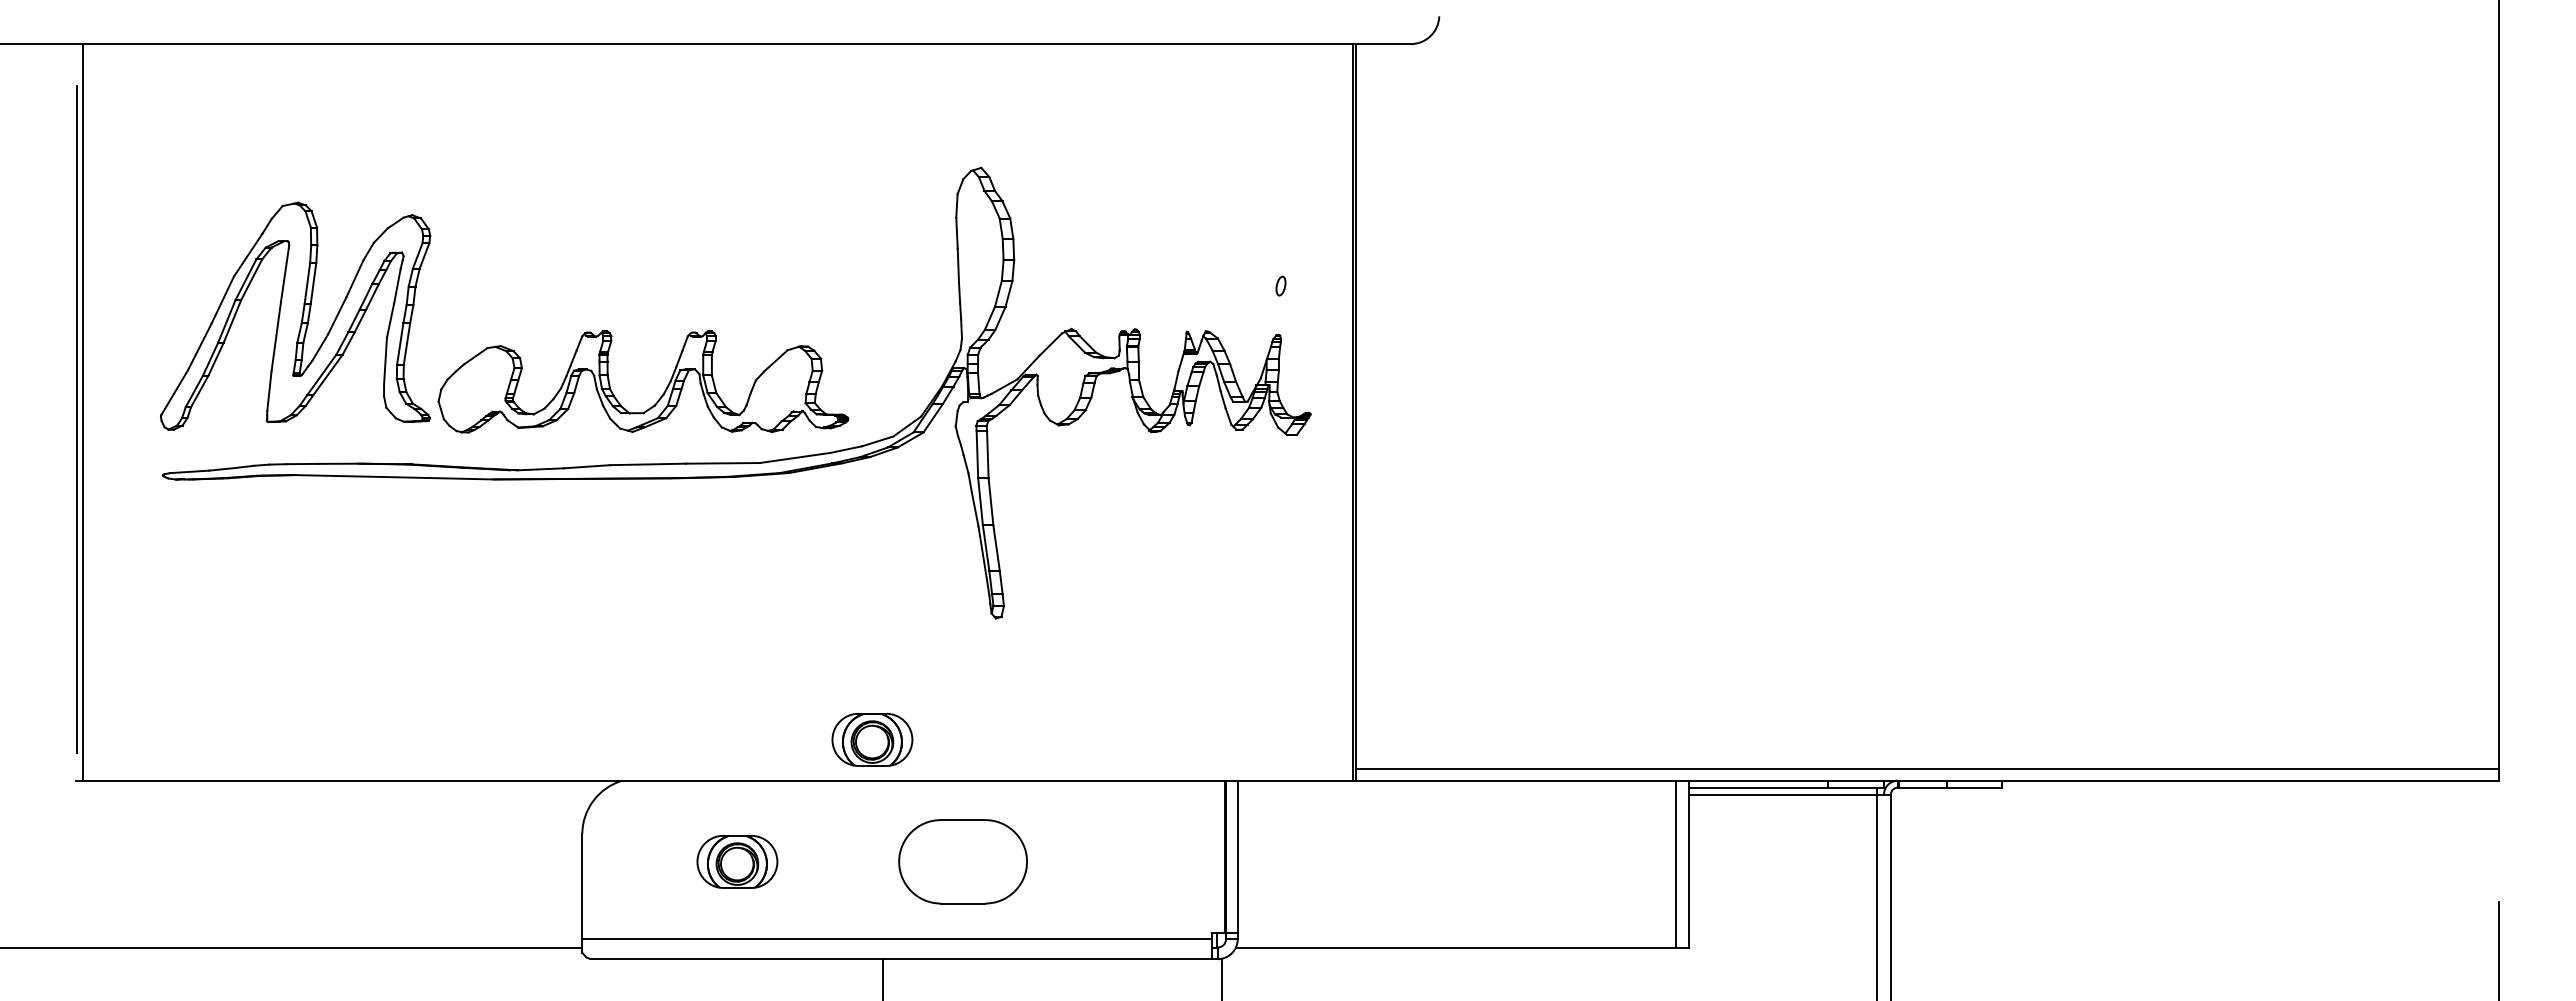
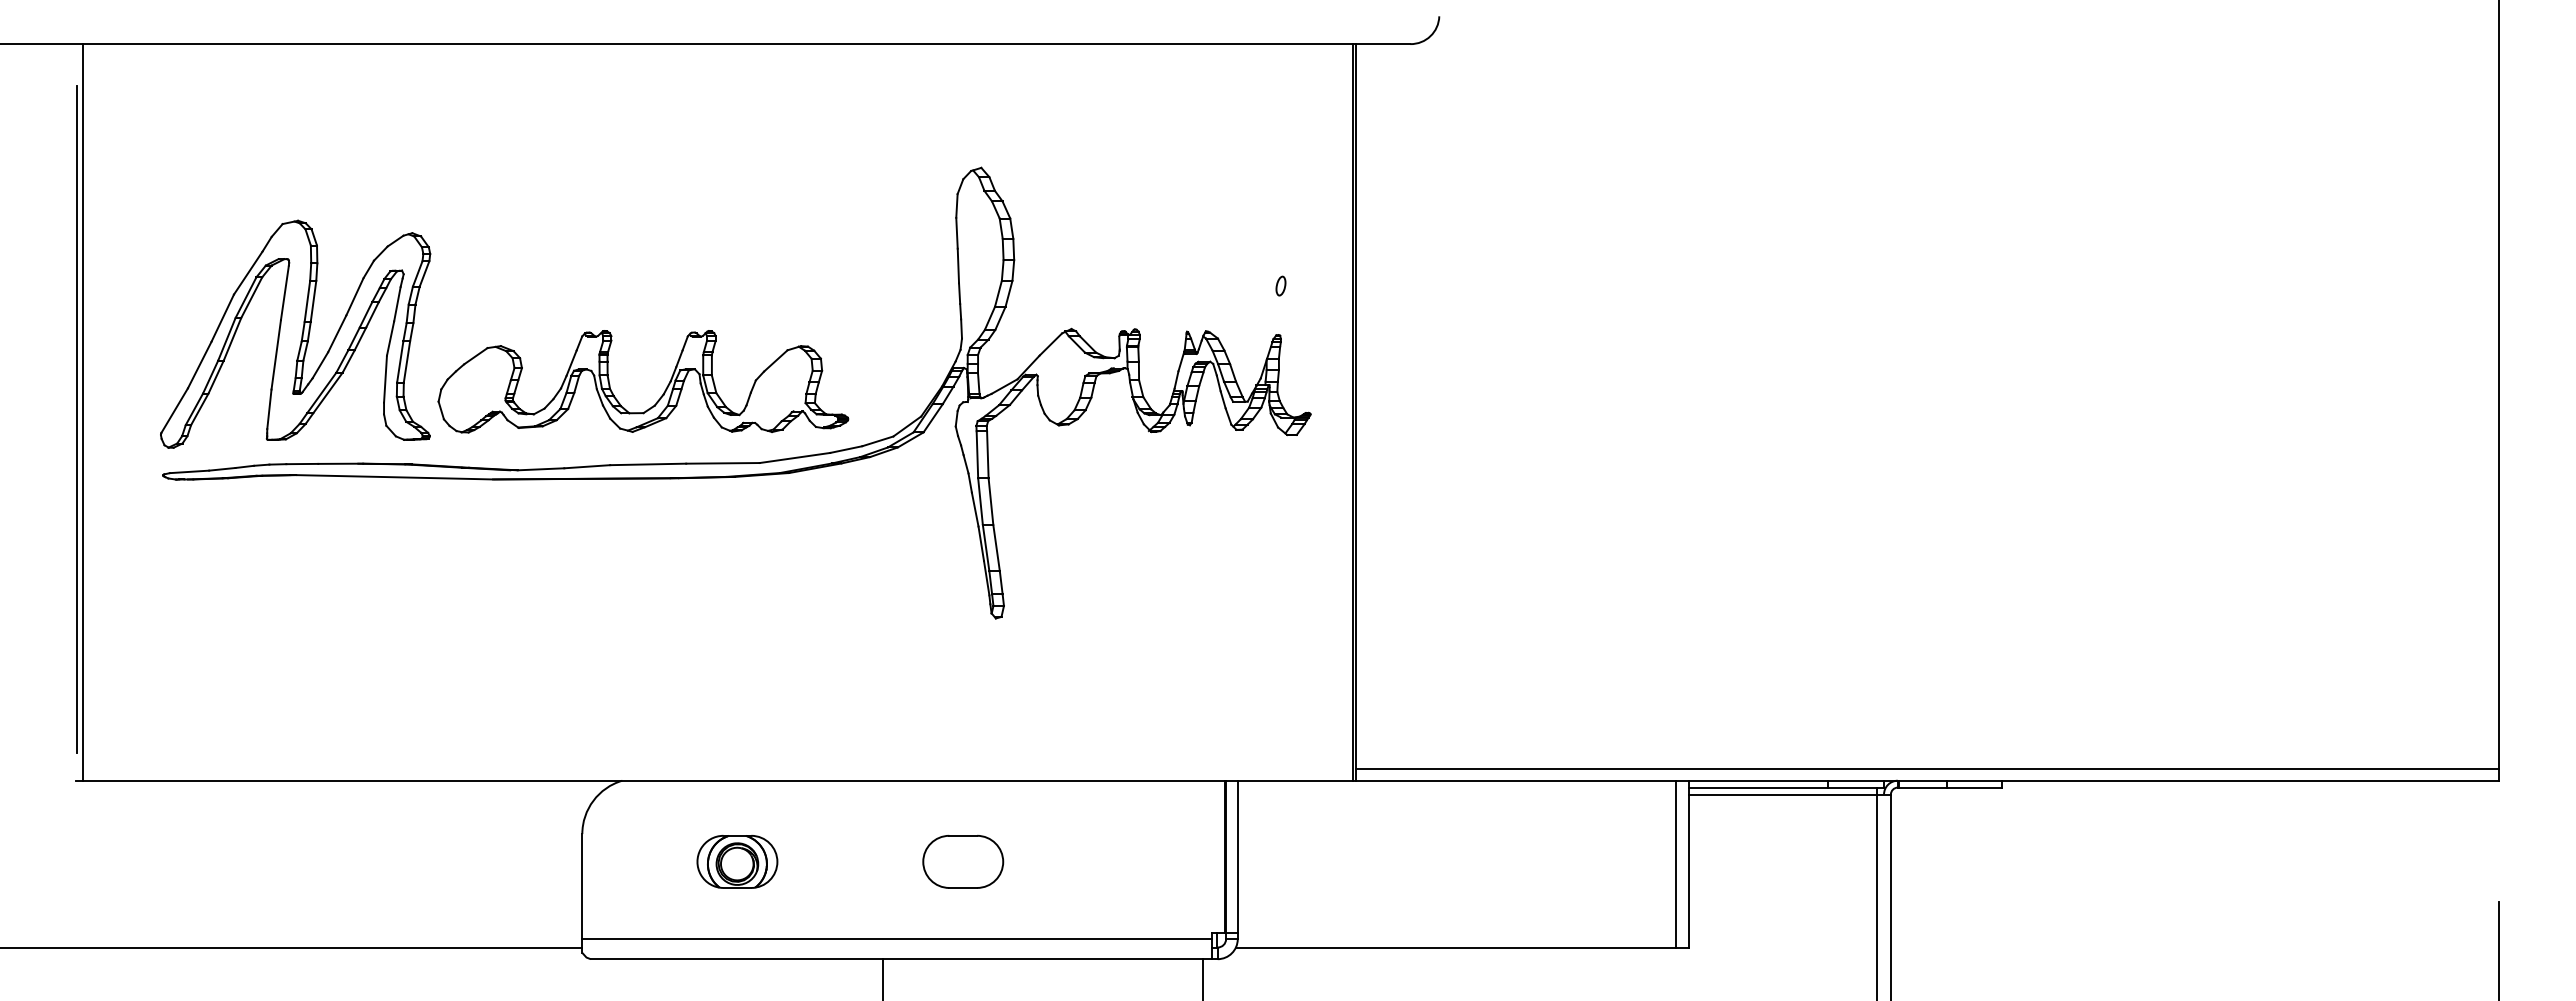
part at (295, 315) position: (295, 315) -> (295, 333)
part at (872, 739): present -> none
part at (962, 861) size: 130x86 px -> 83x54 px
line at (1222, 978) position: (1222, 978) -> (1203, 978)
